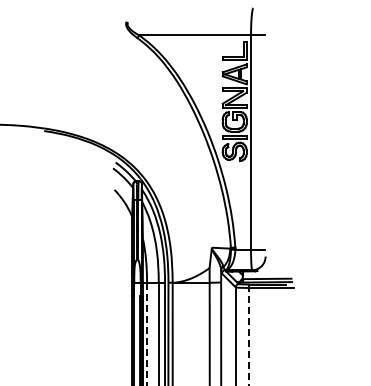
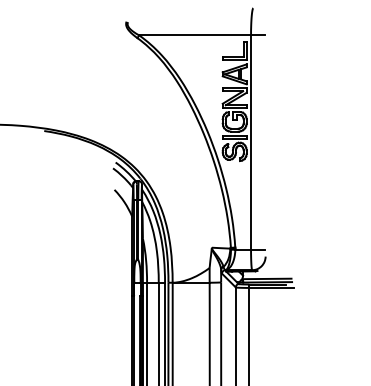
line at (147, 334): dashed -> solid
line at (249, 335): dashed -> solid
